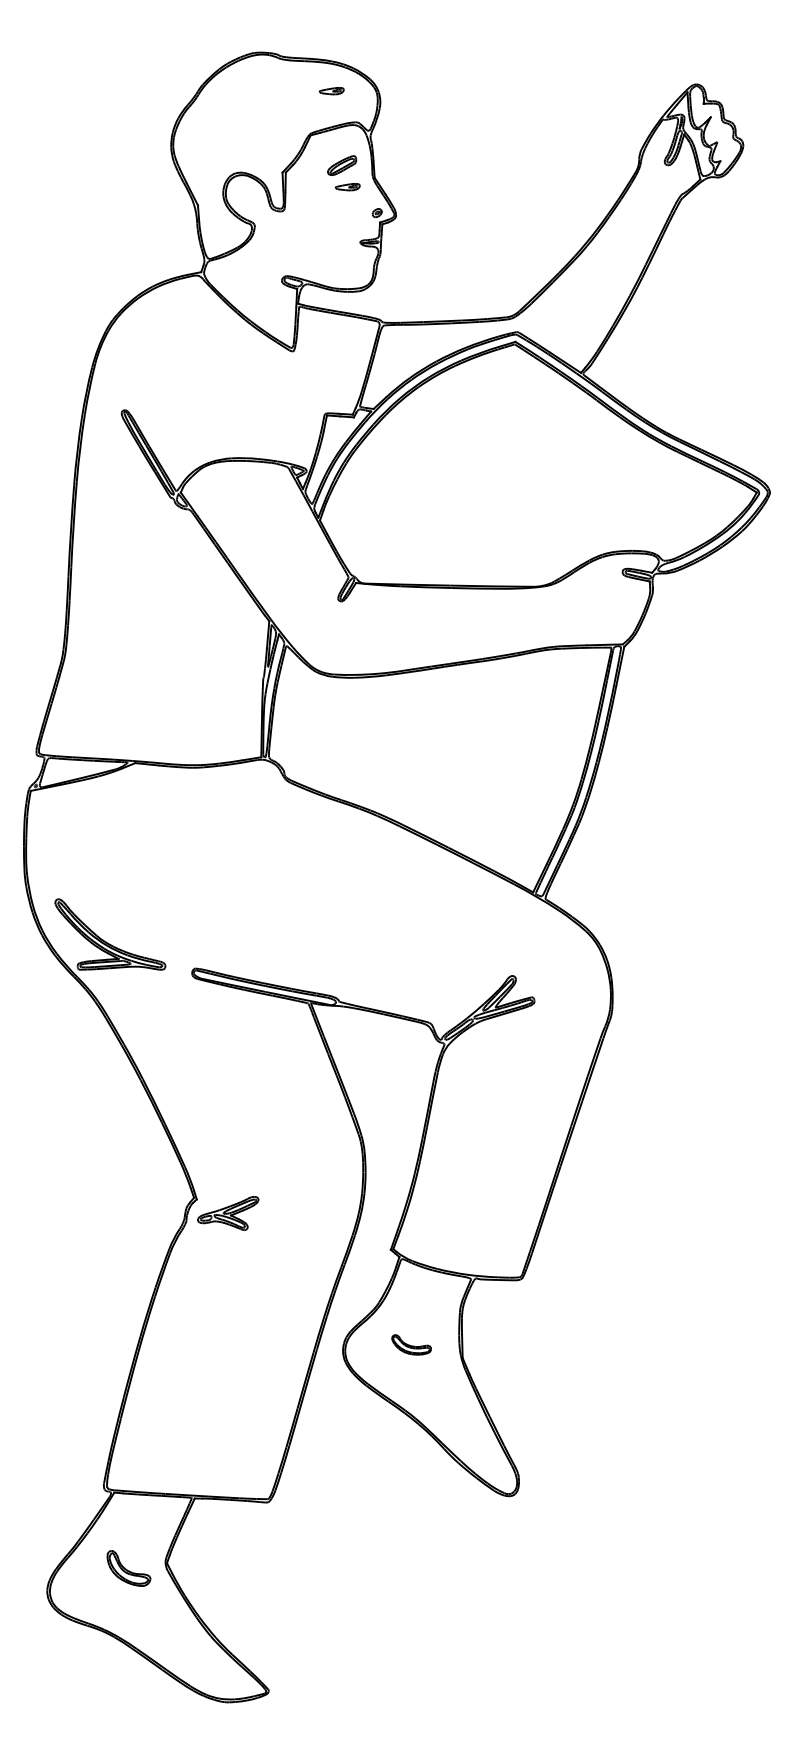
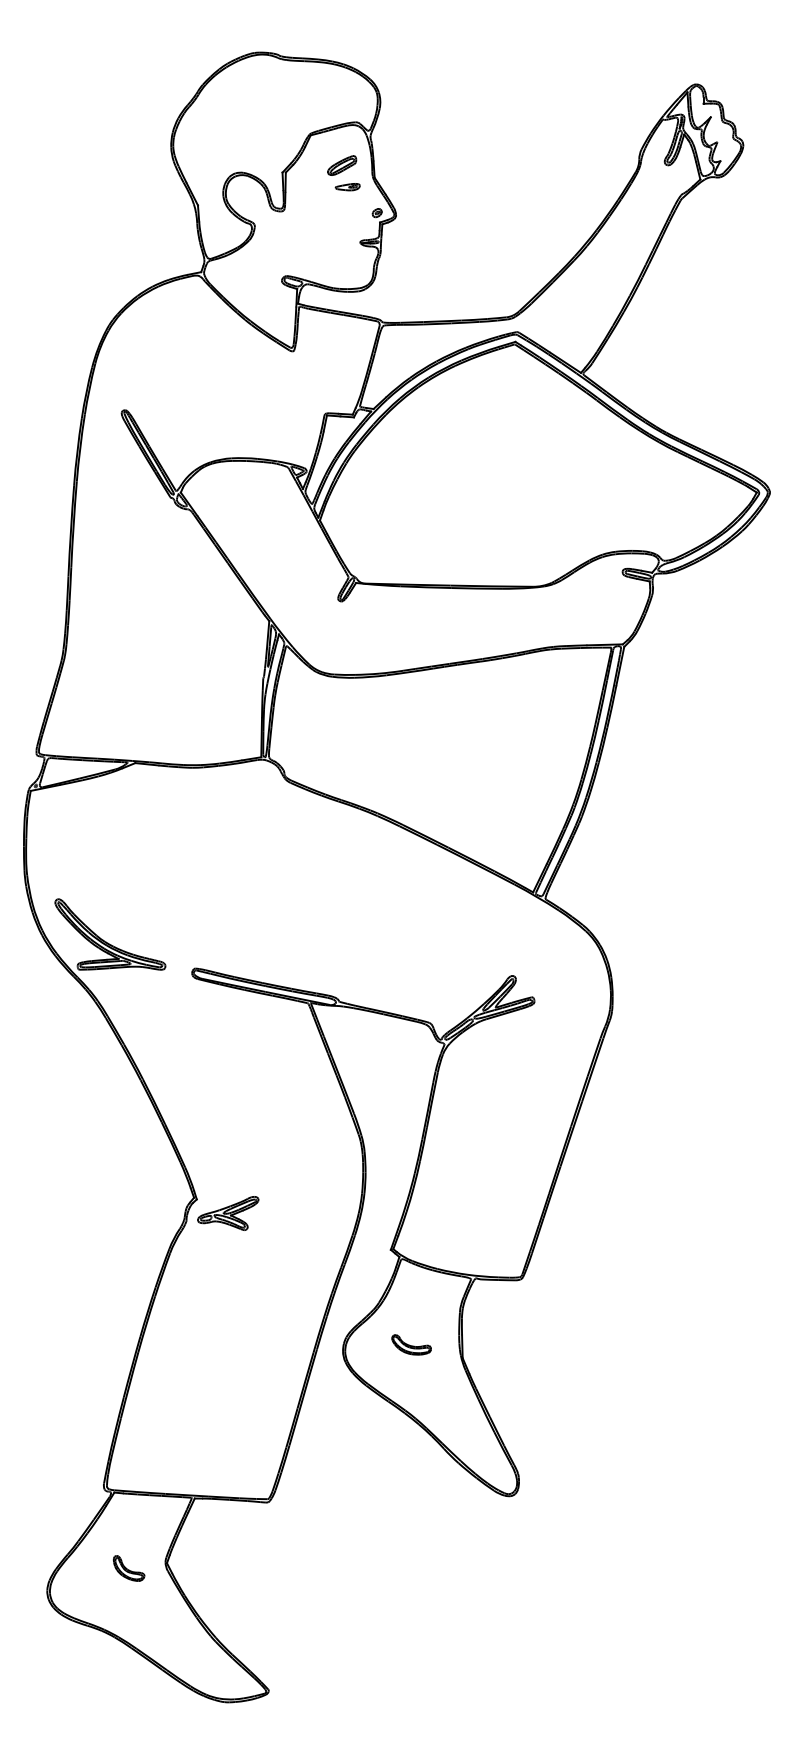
part at (331, 91): present -> none
part at (128, 1568) size: 46x37 px -> 33x27 px
